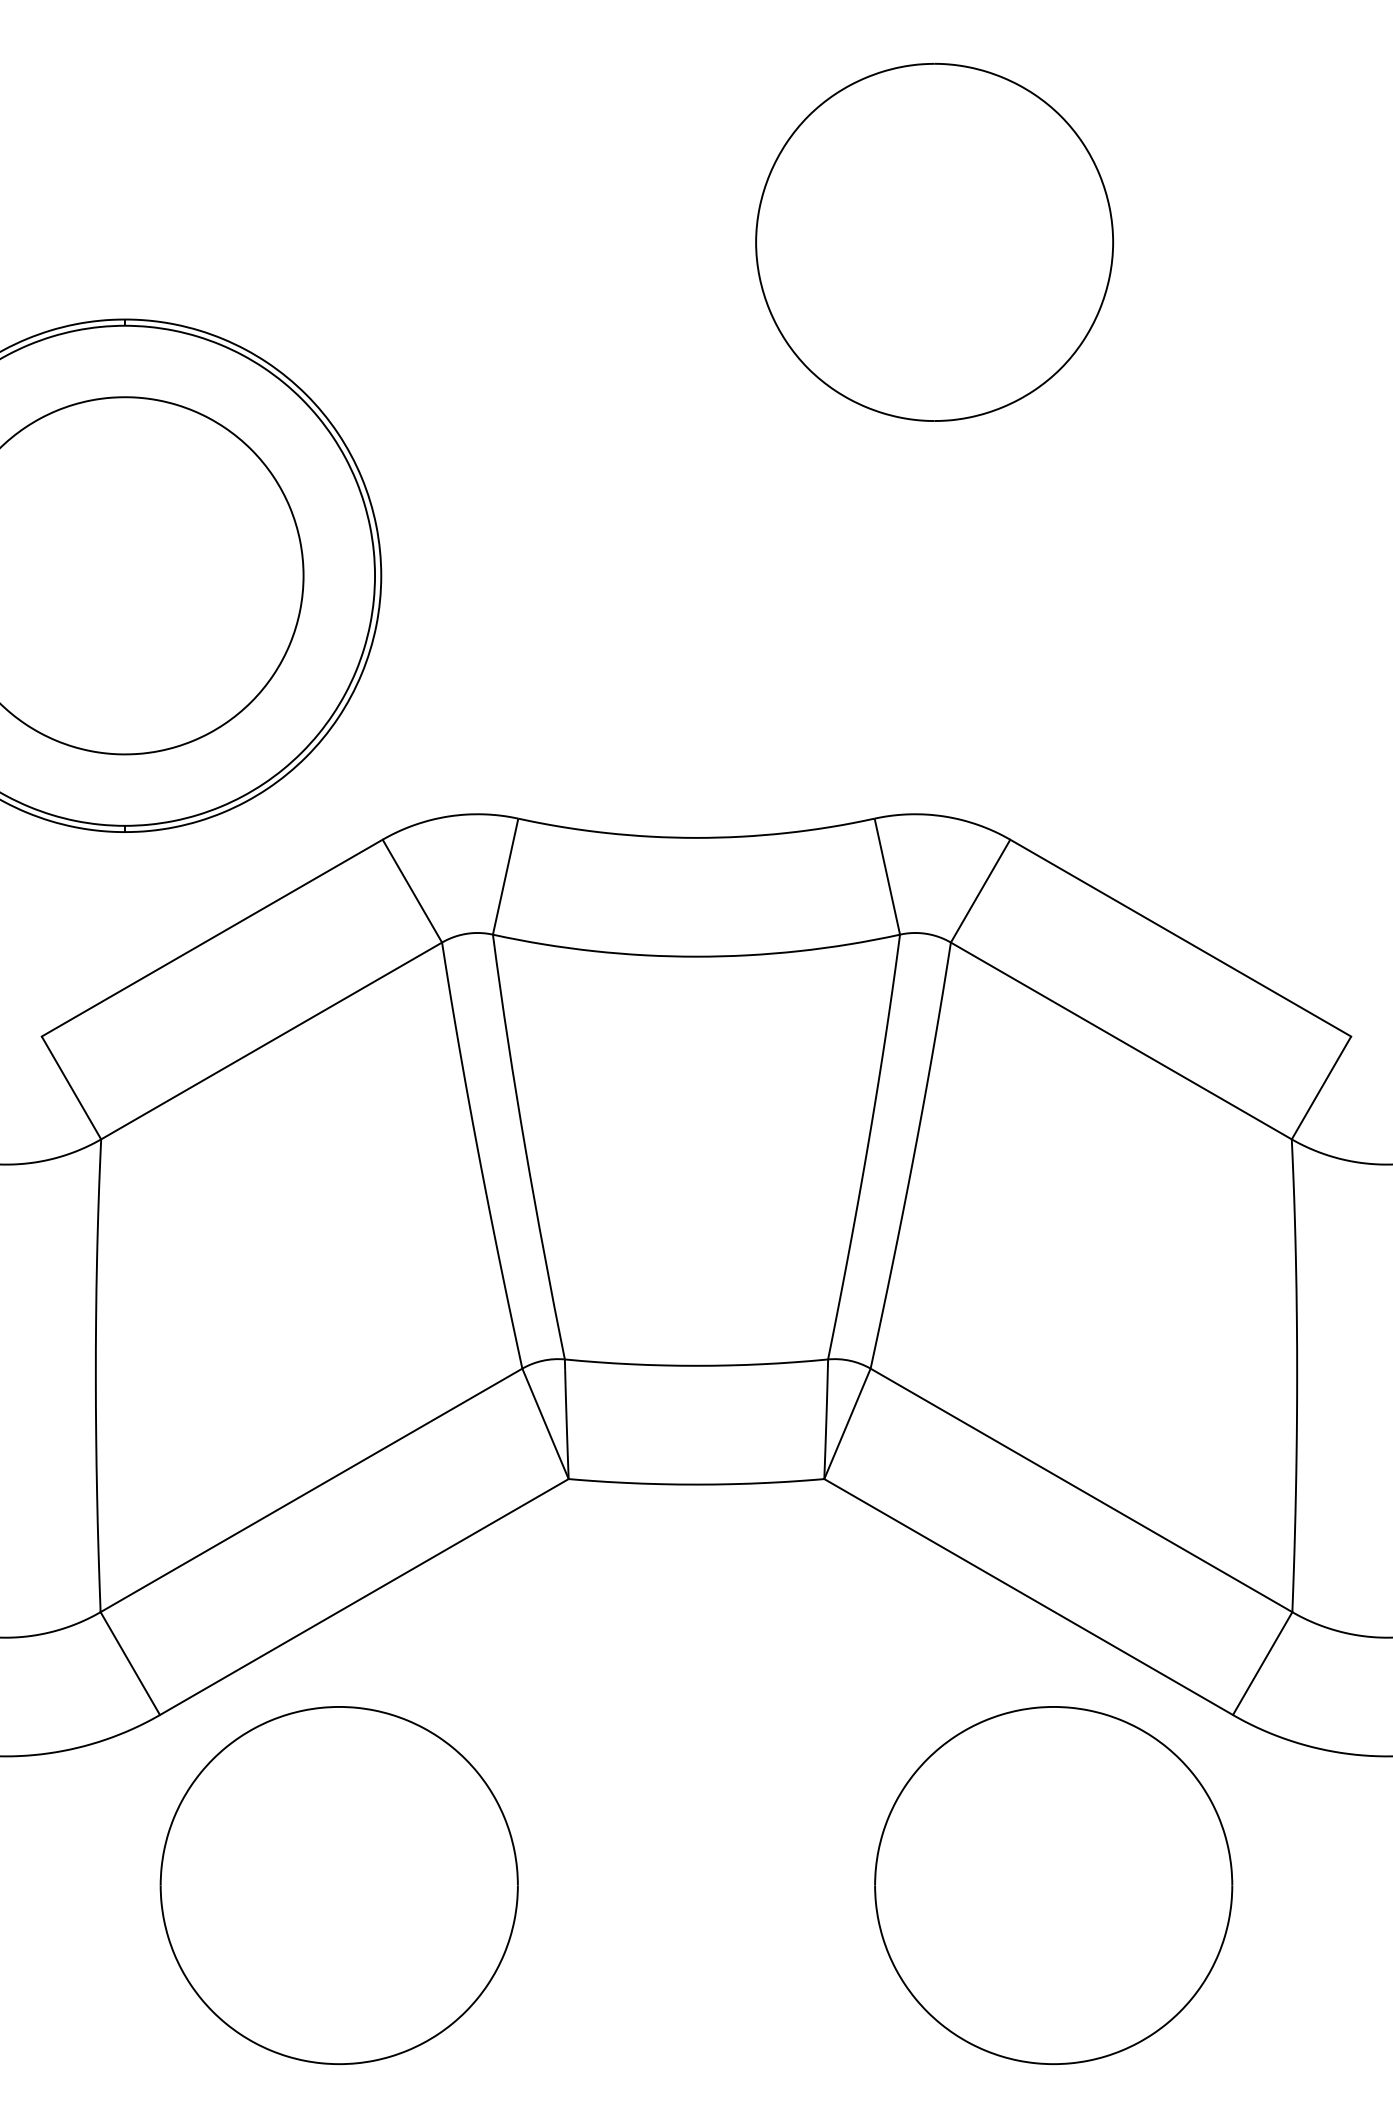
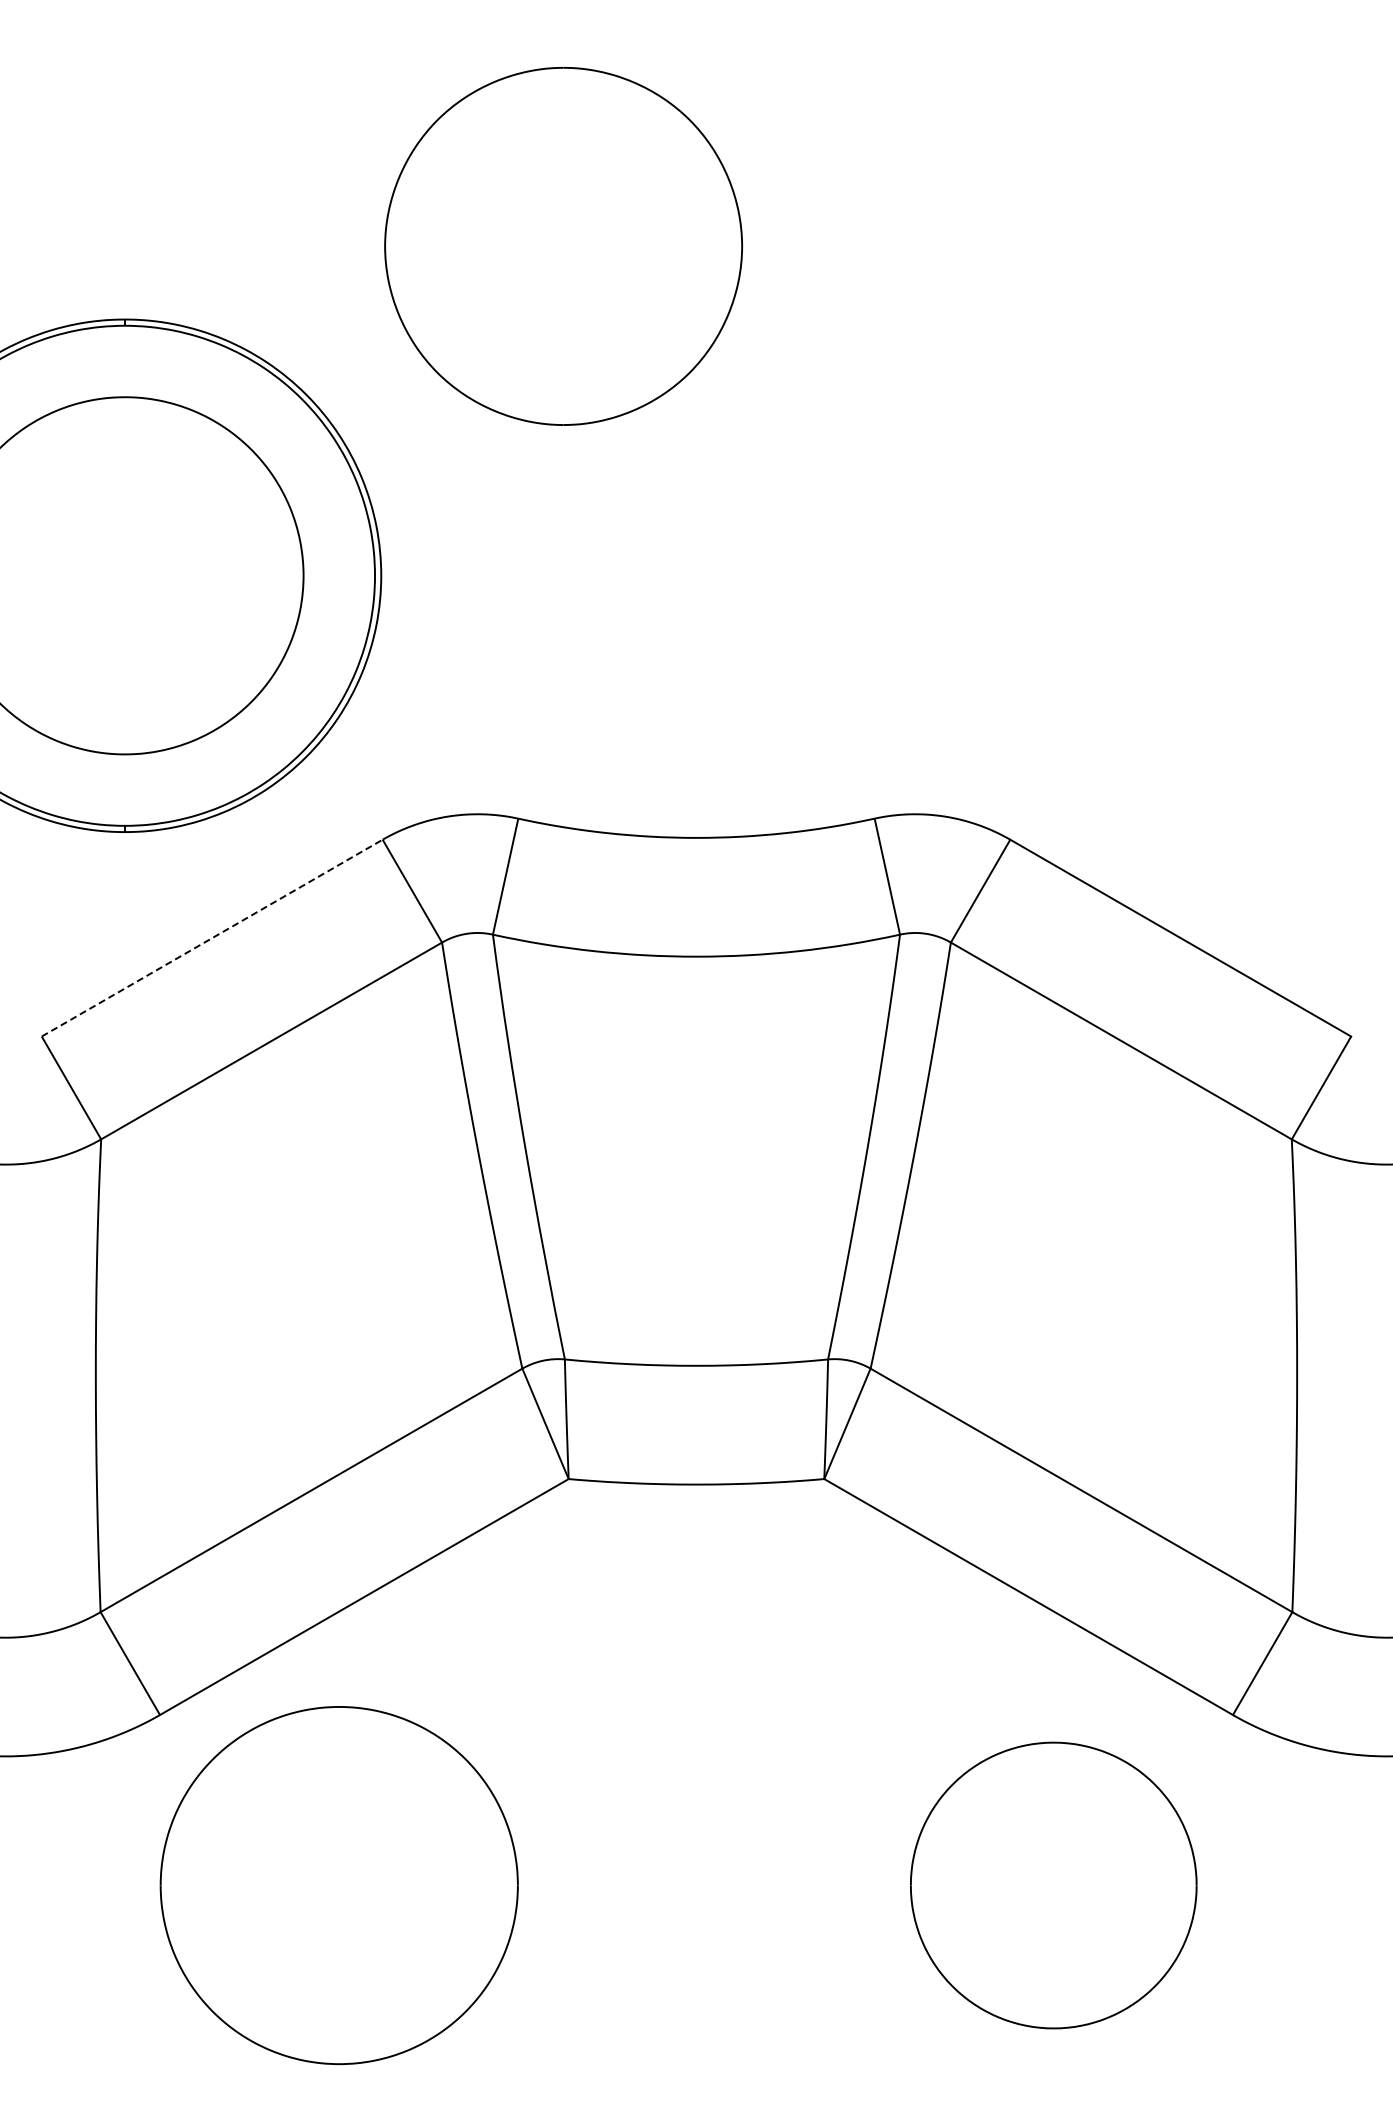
part at (934, 241) position: (934, 241) -> (563, 245)
line at (212, 938): solid -> dashed
part at (1053, 1885) size: 360x359 px -> 288x289 px
